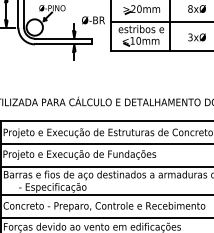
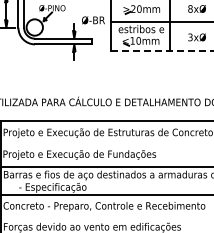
line at (162, 50): solid -> dashed
line at (106, 144): present -> none
line at (106, 218): present -> none
